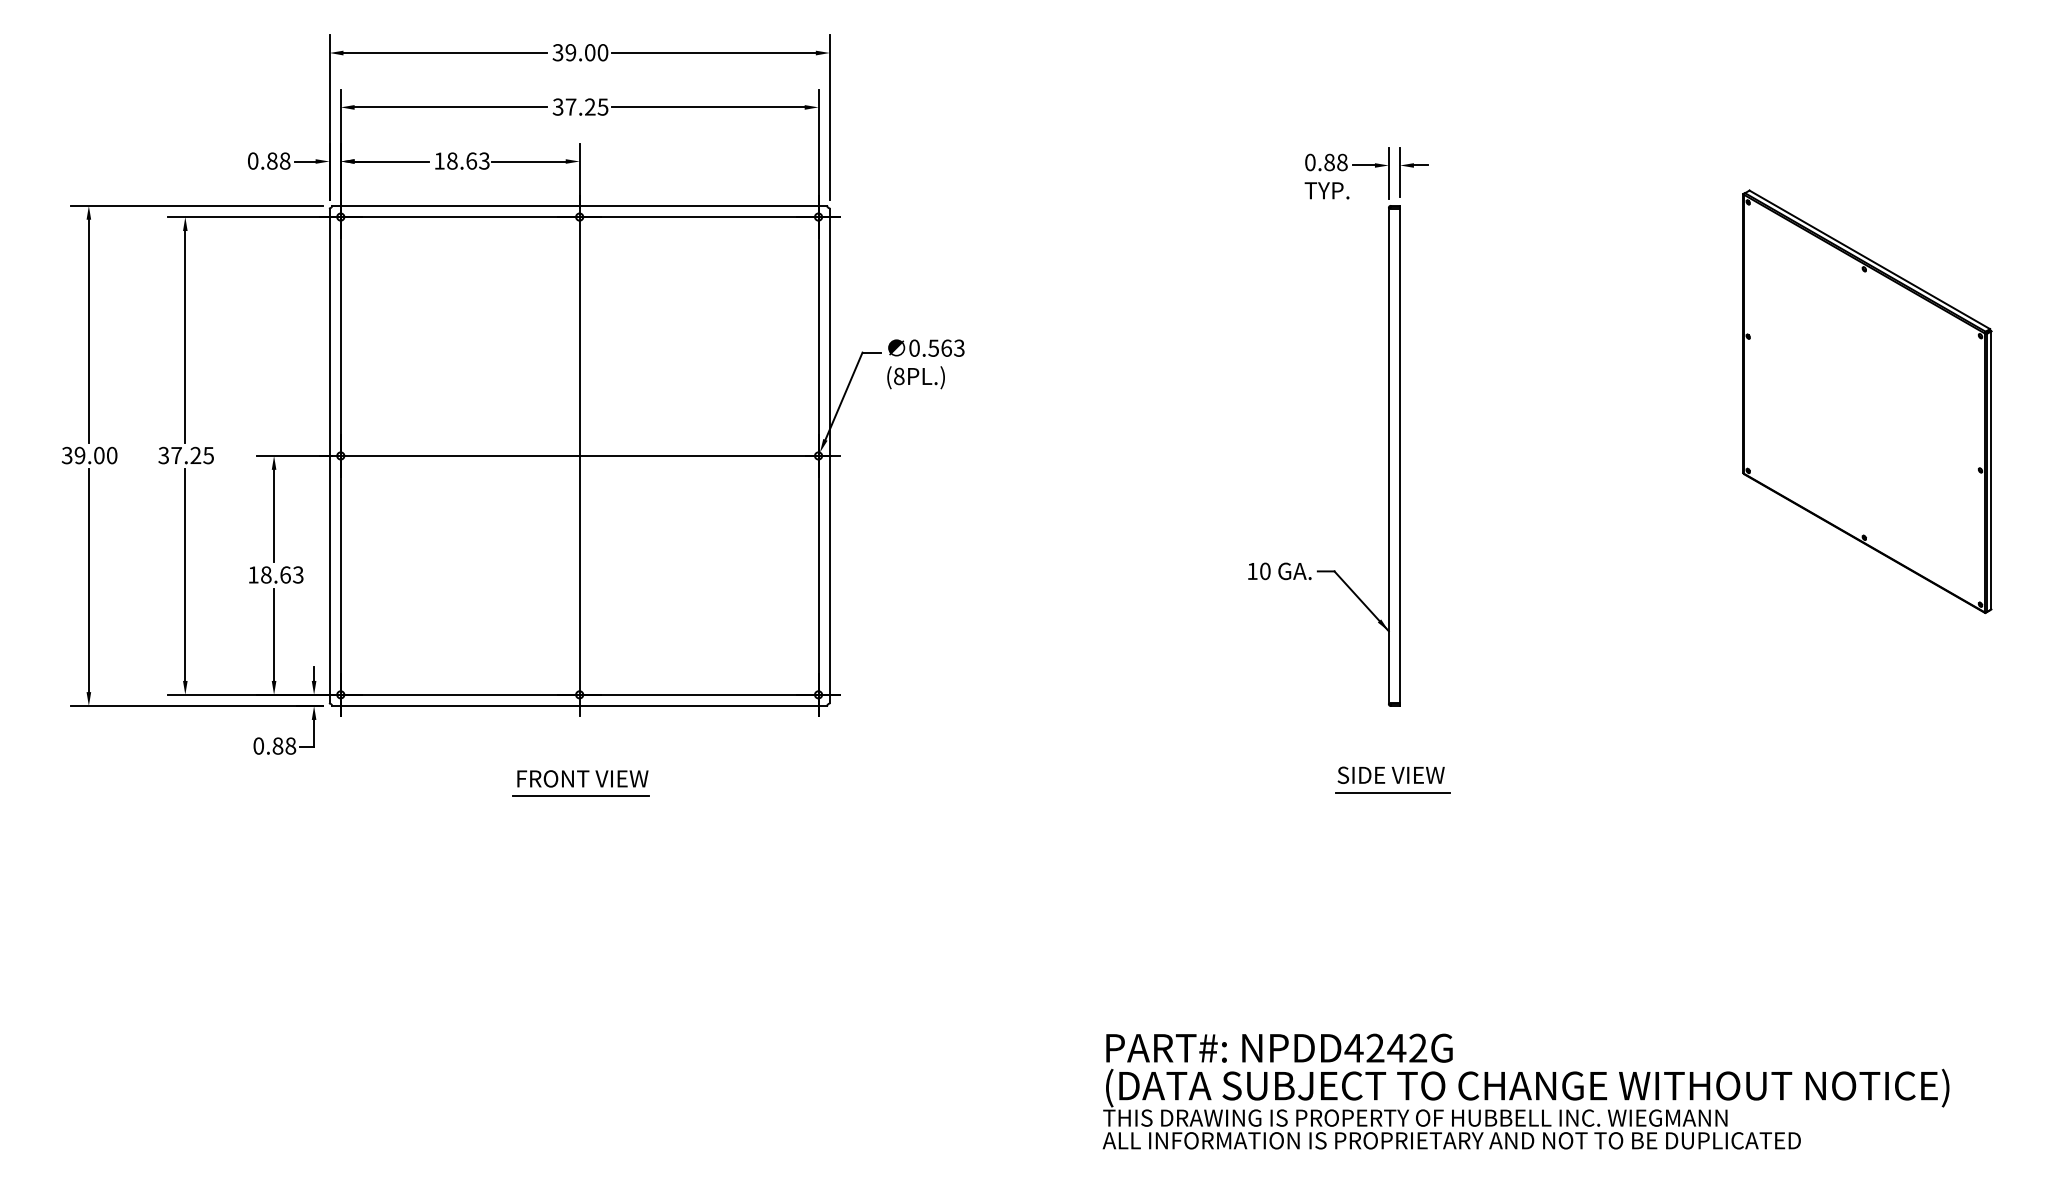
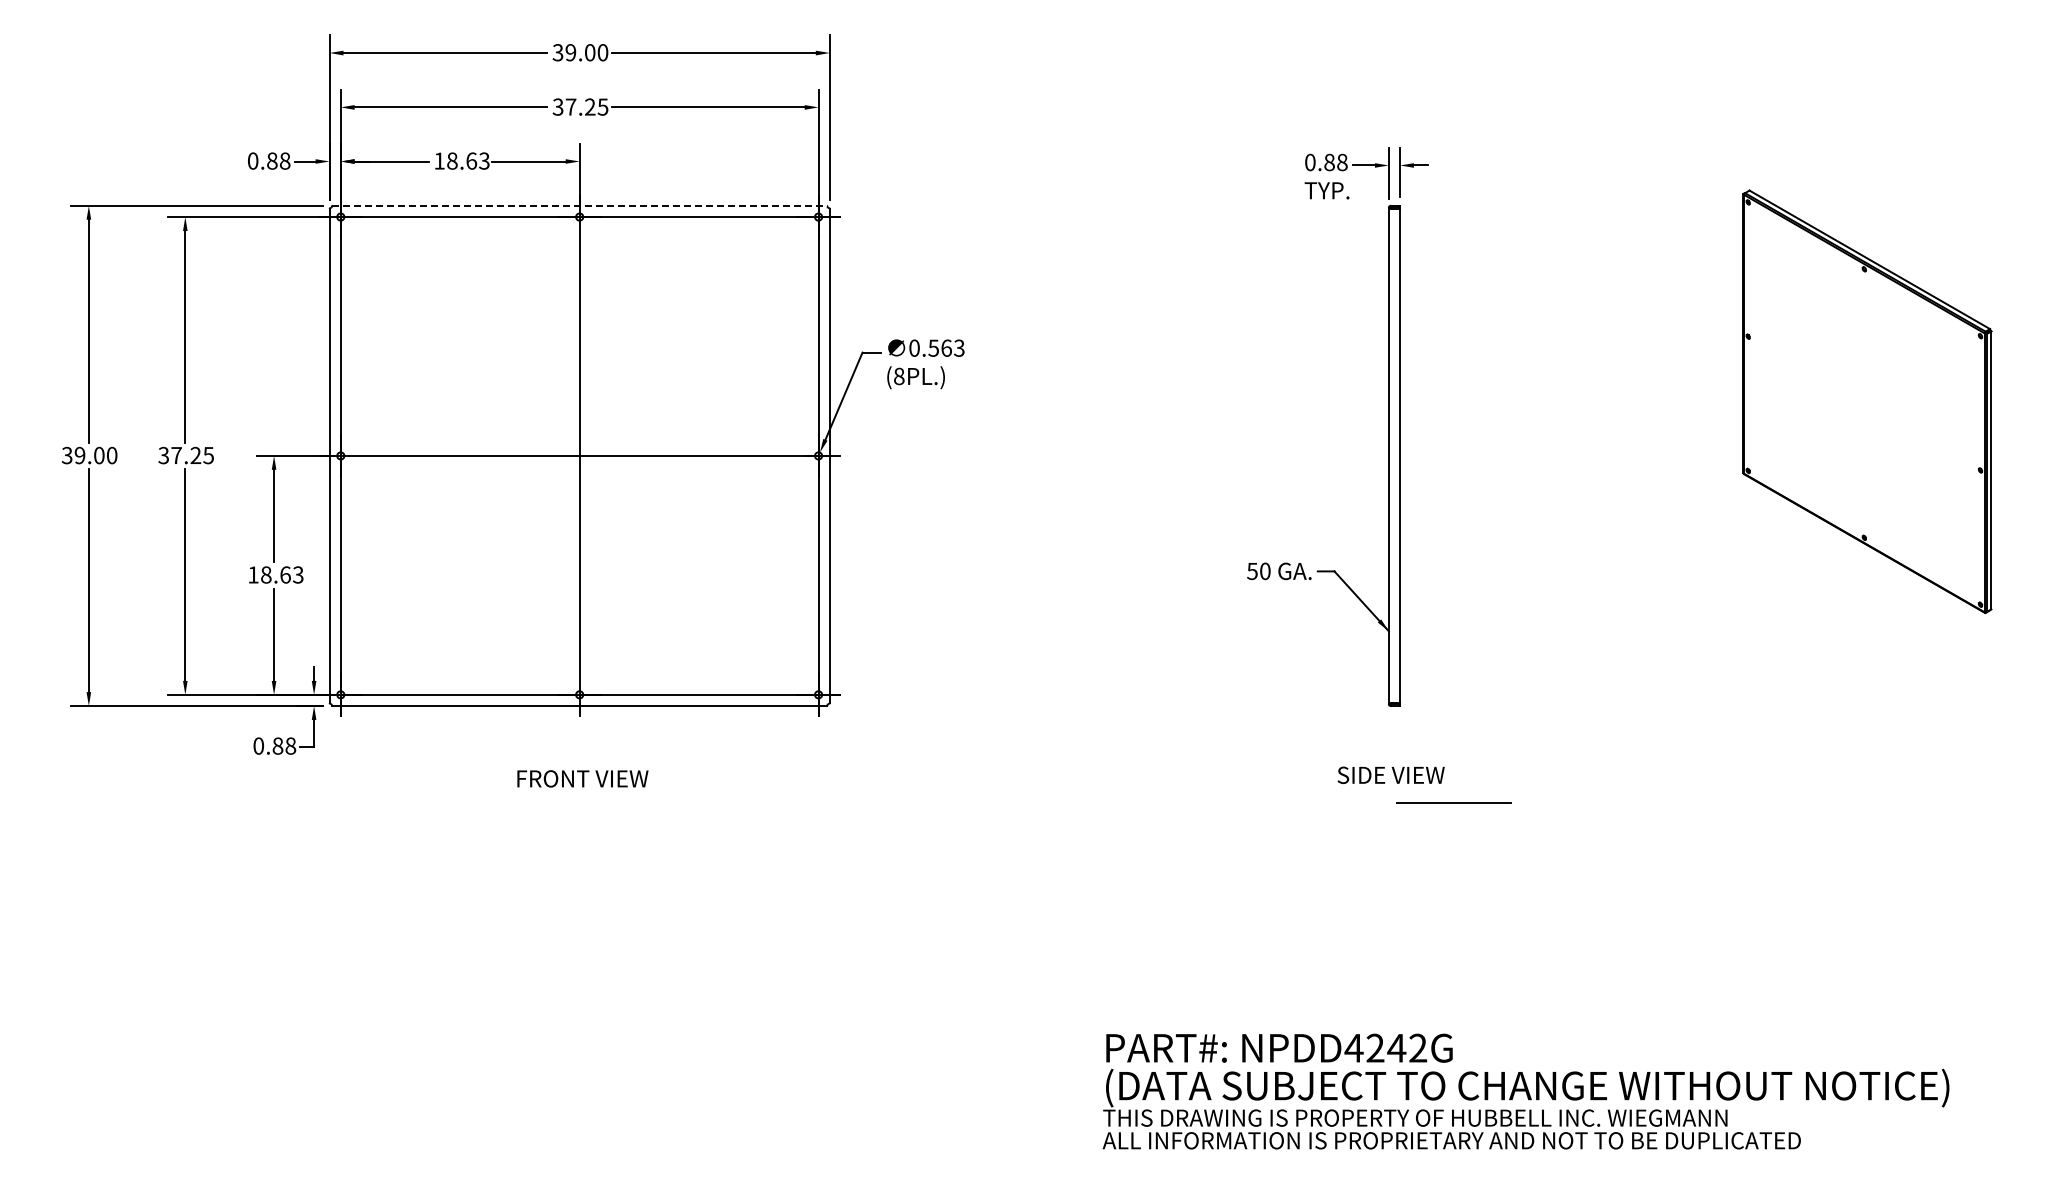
line at (580, 205): solid -> dashed
text at (1252, 571): 10 -> 50
line at (1392, 792) position: (1392, 792) -> (1453, 802)
line at (581, 796): present -> none
